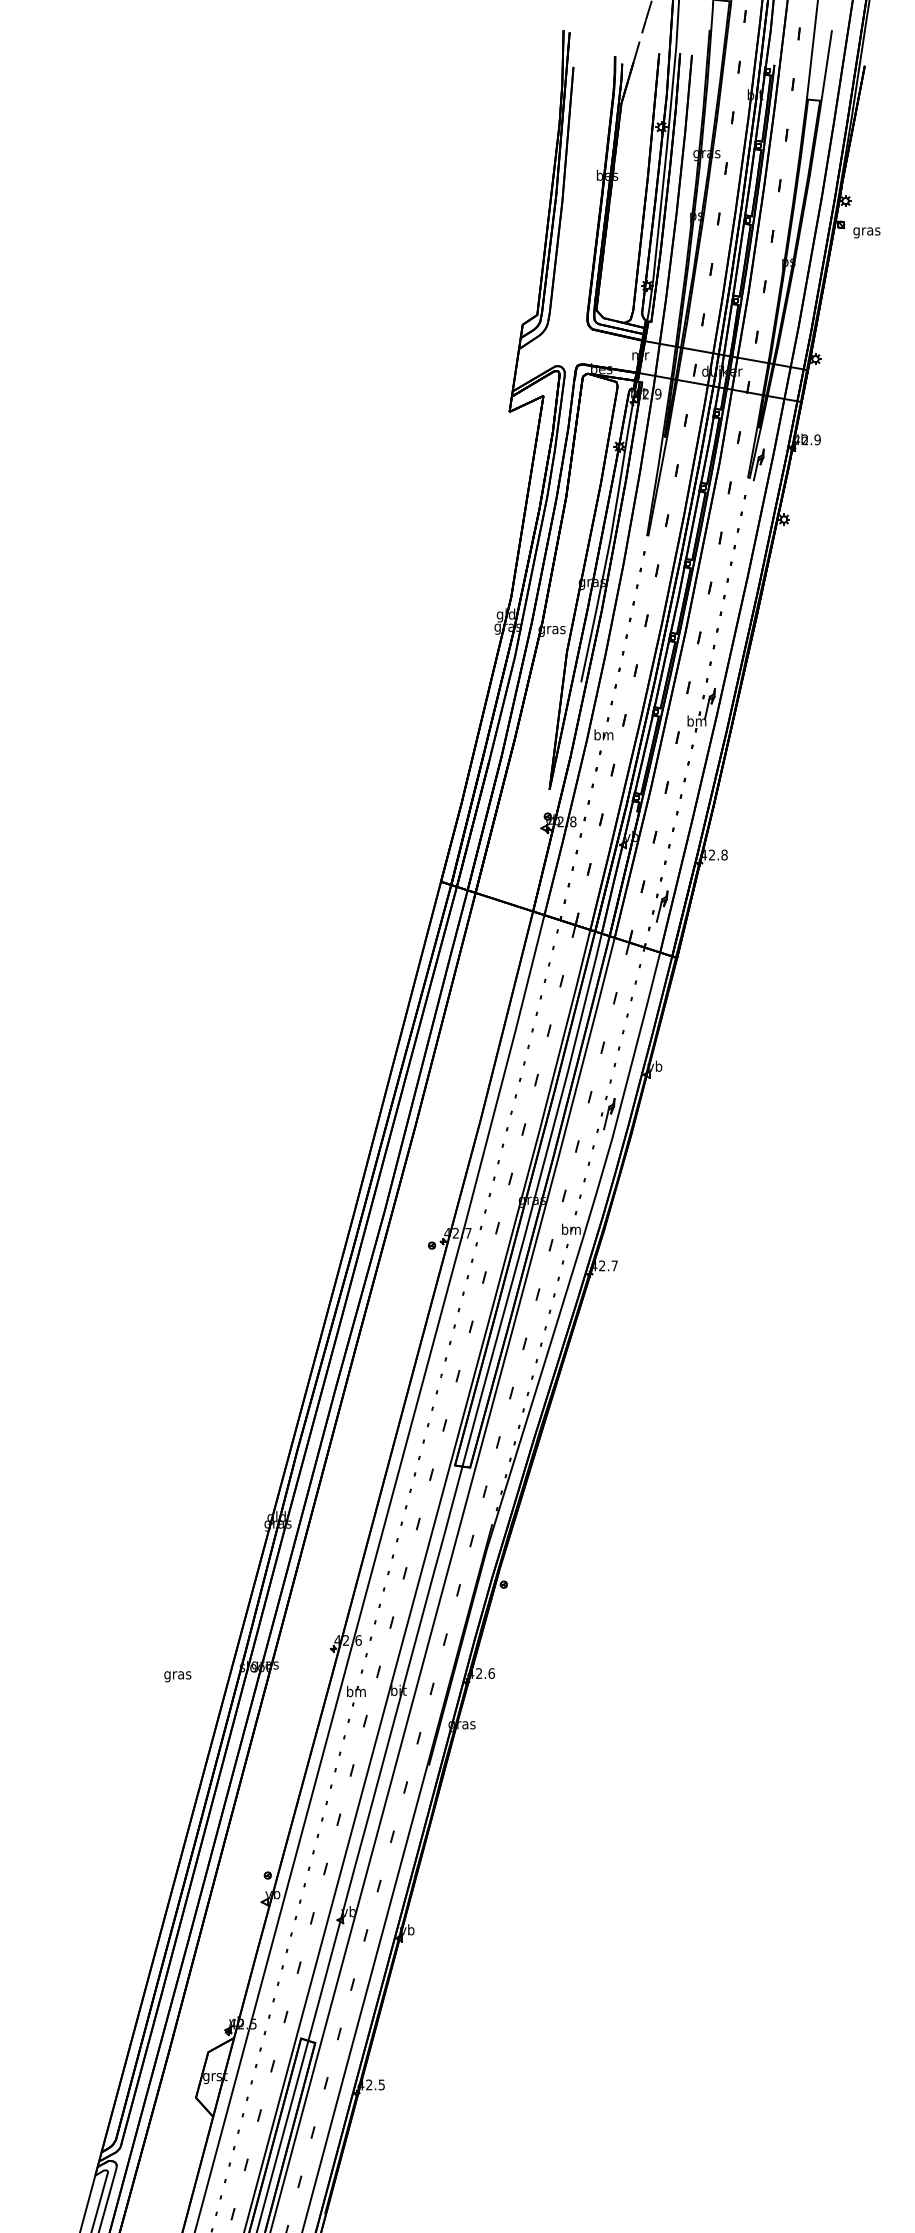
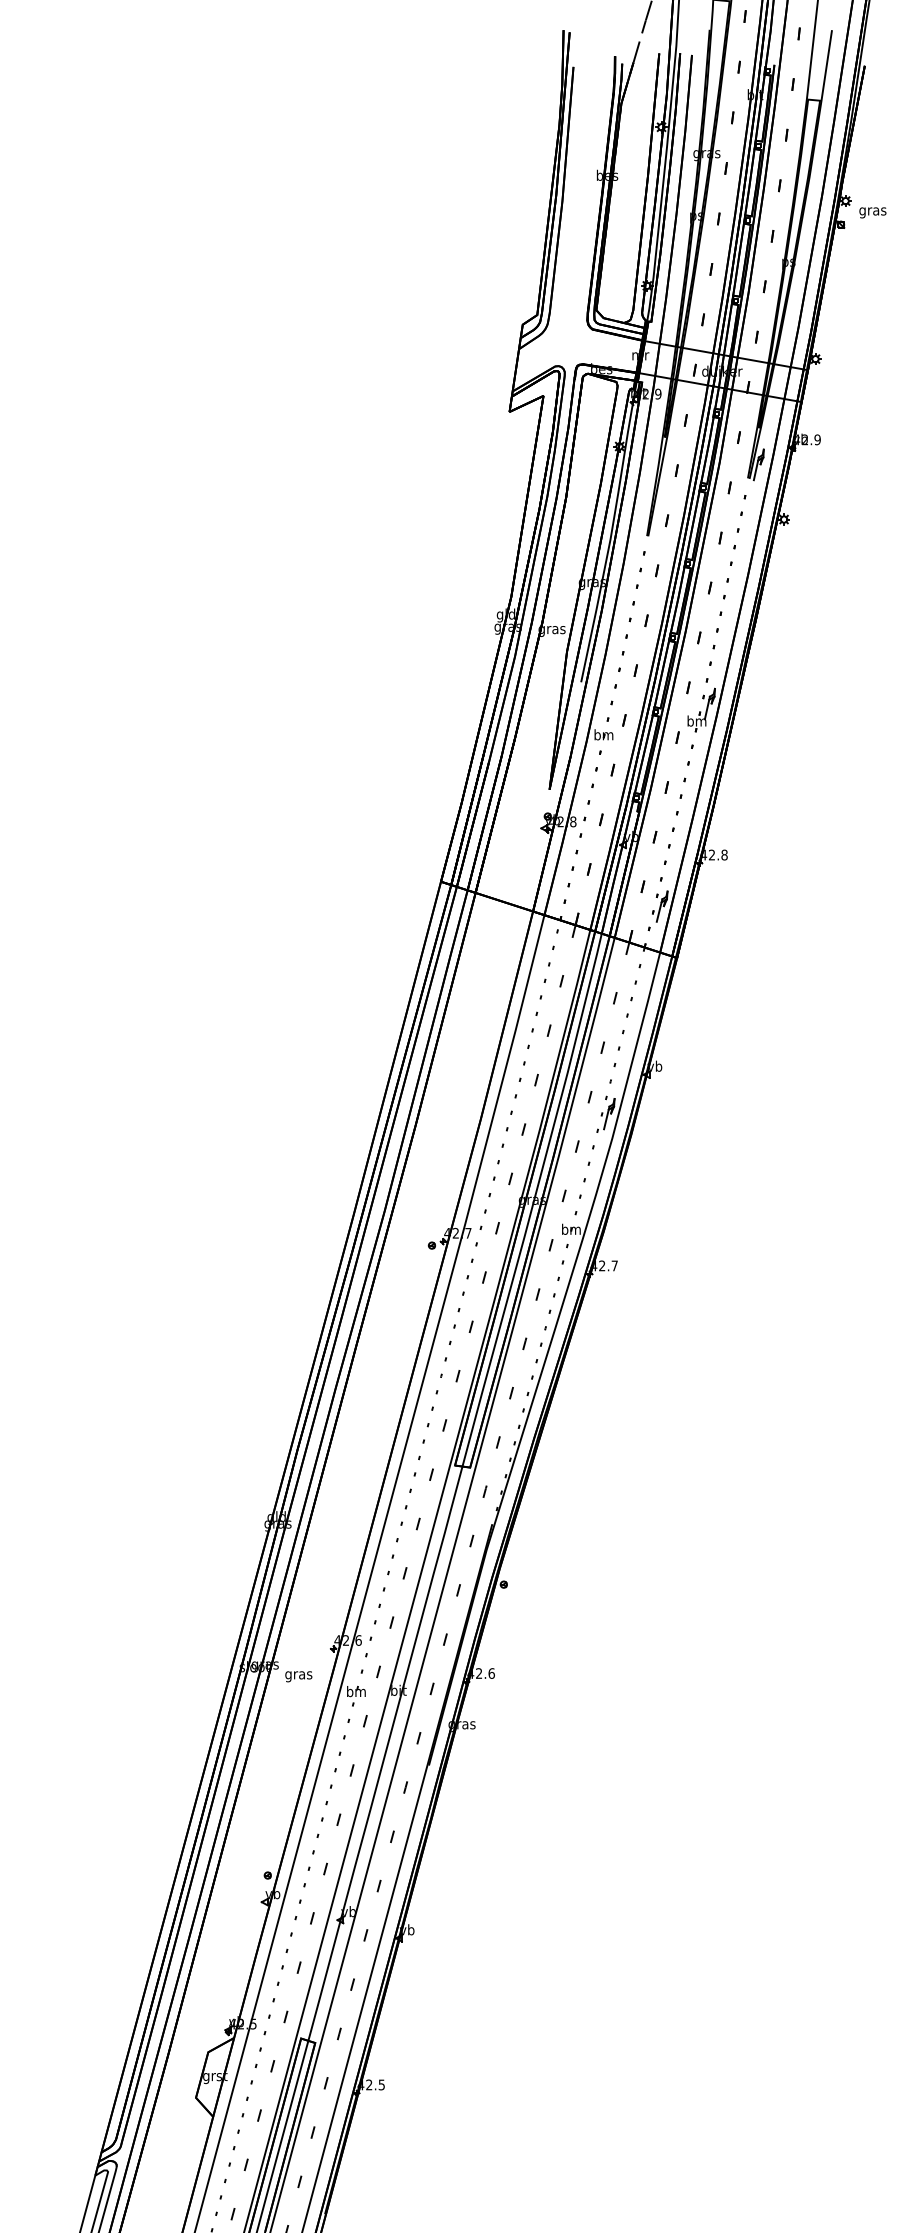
text at (866, 232) position: (866, 232) -> (872, 212)
text at (177, 1676) position: (177, 1676) -> (298, 1676)
